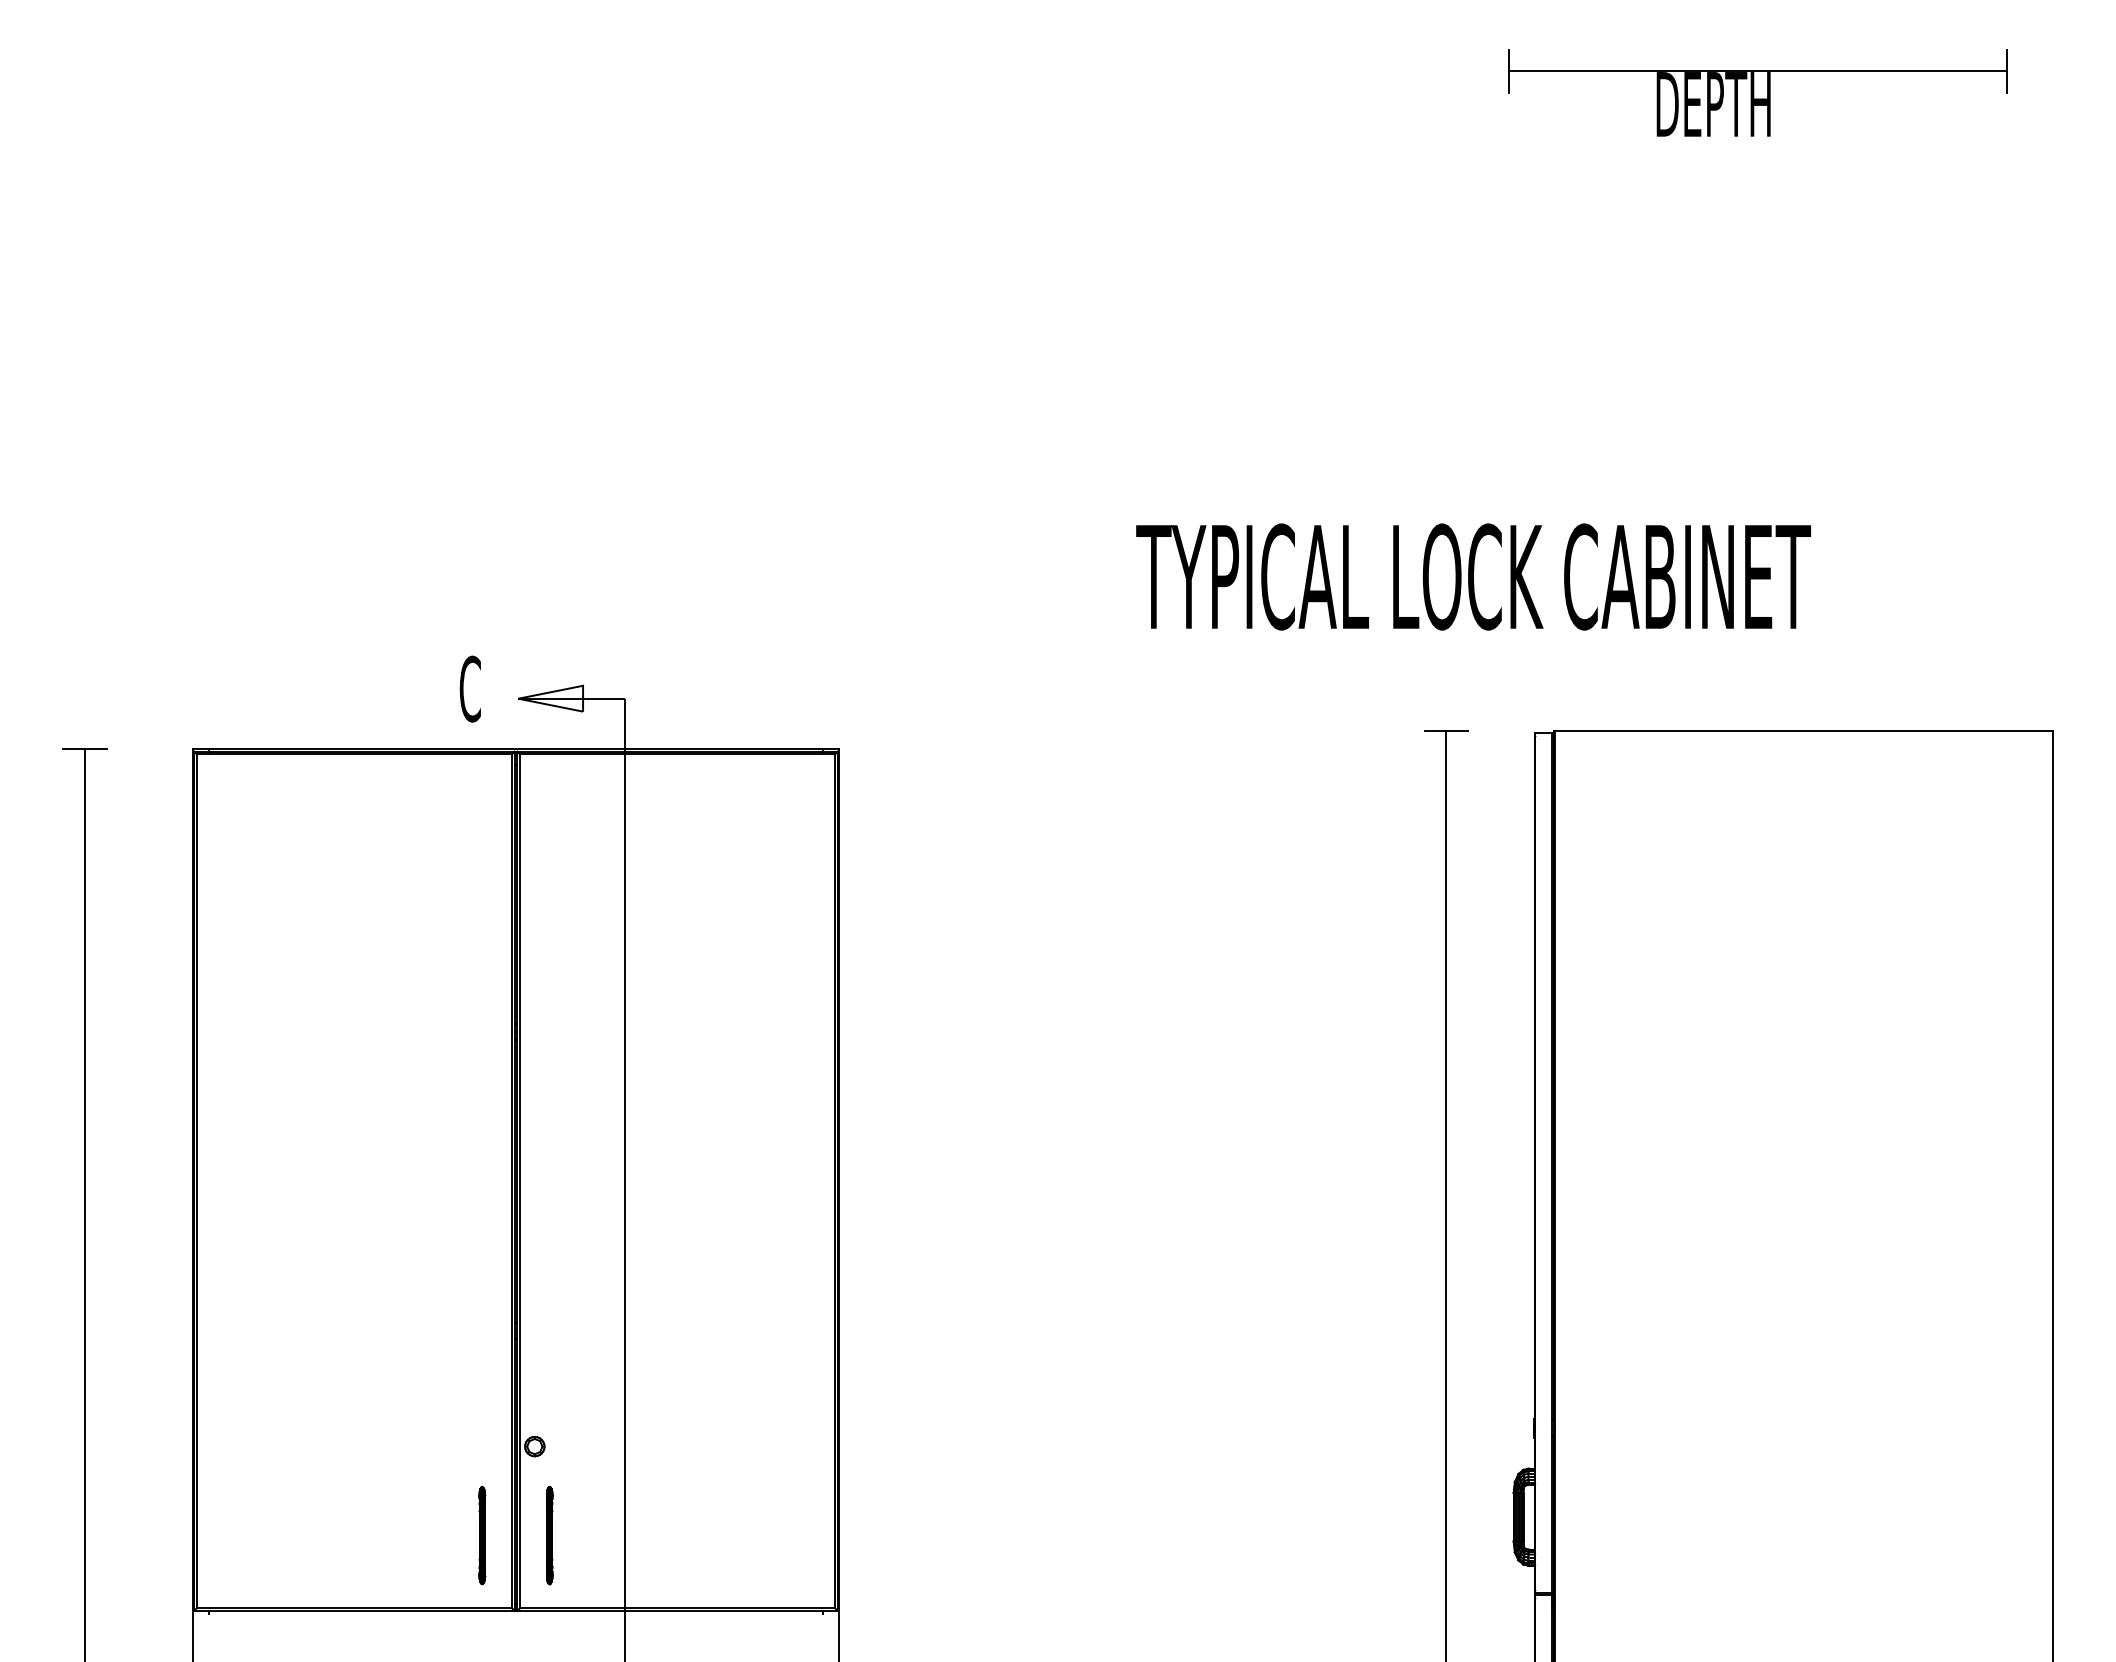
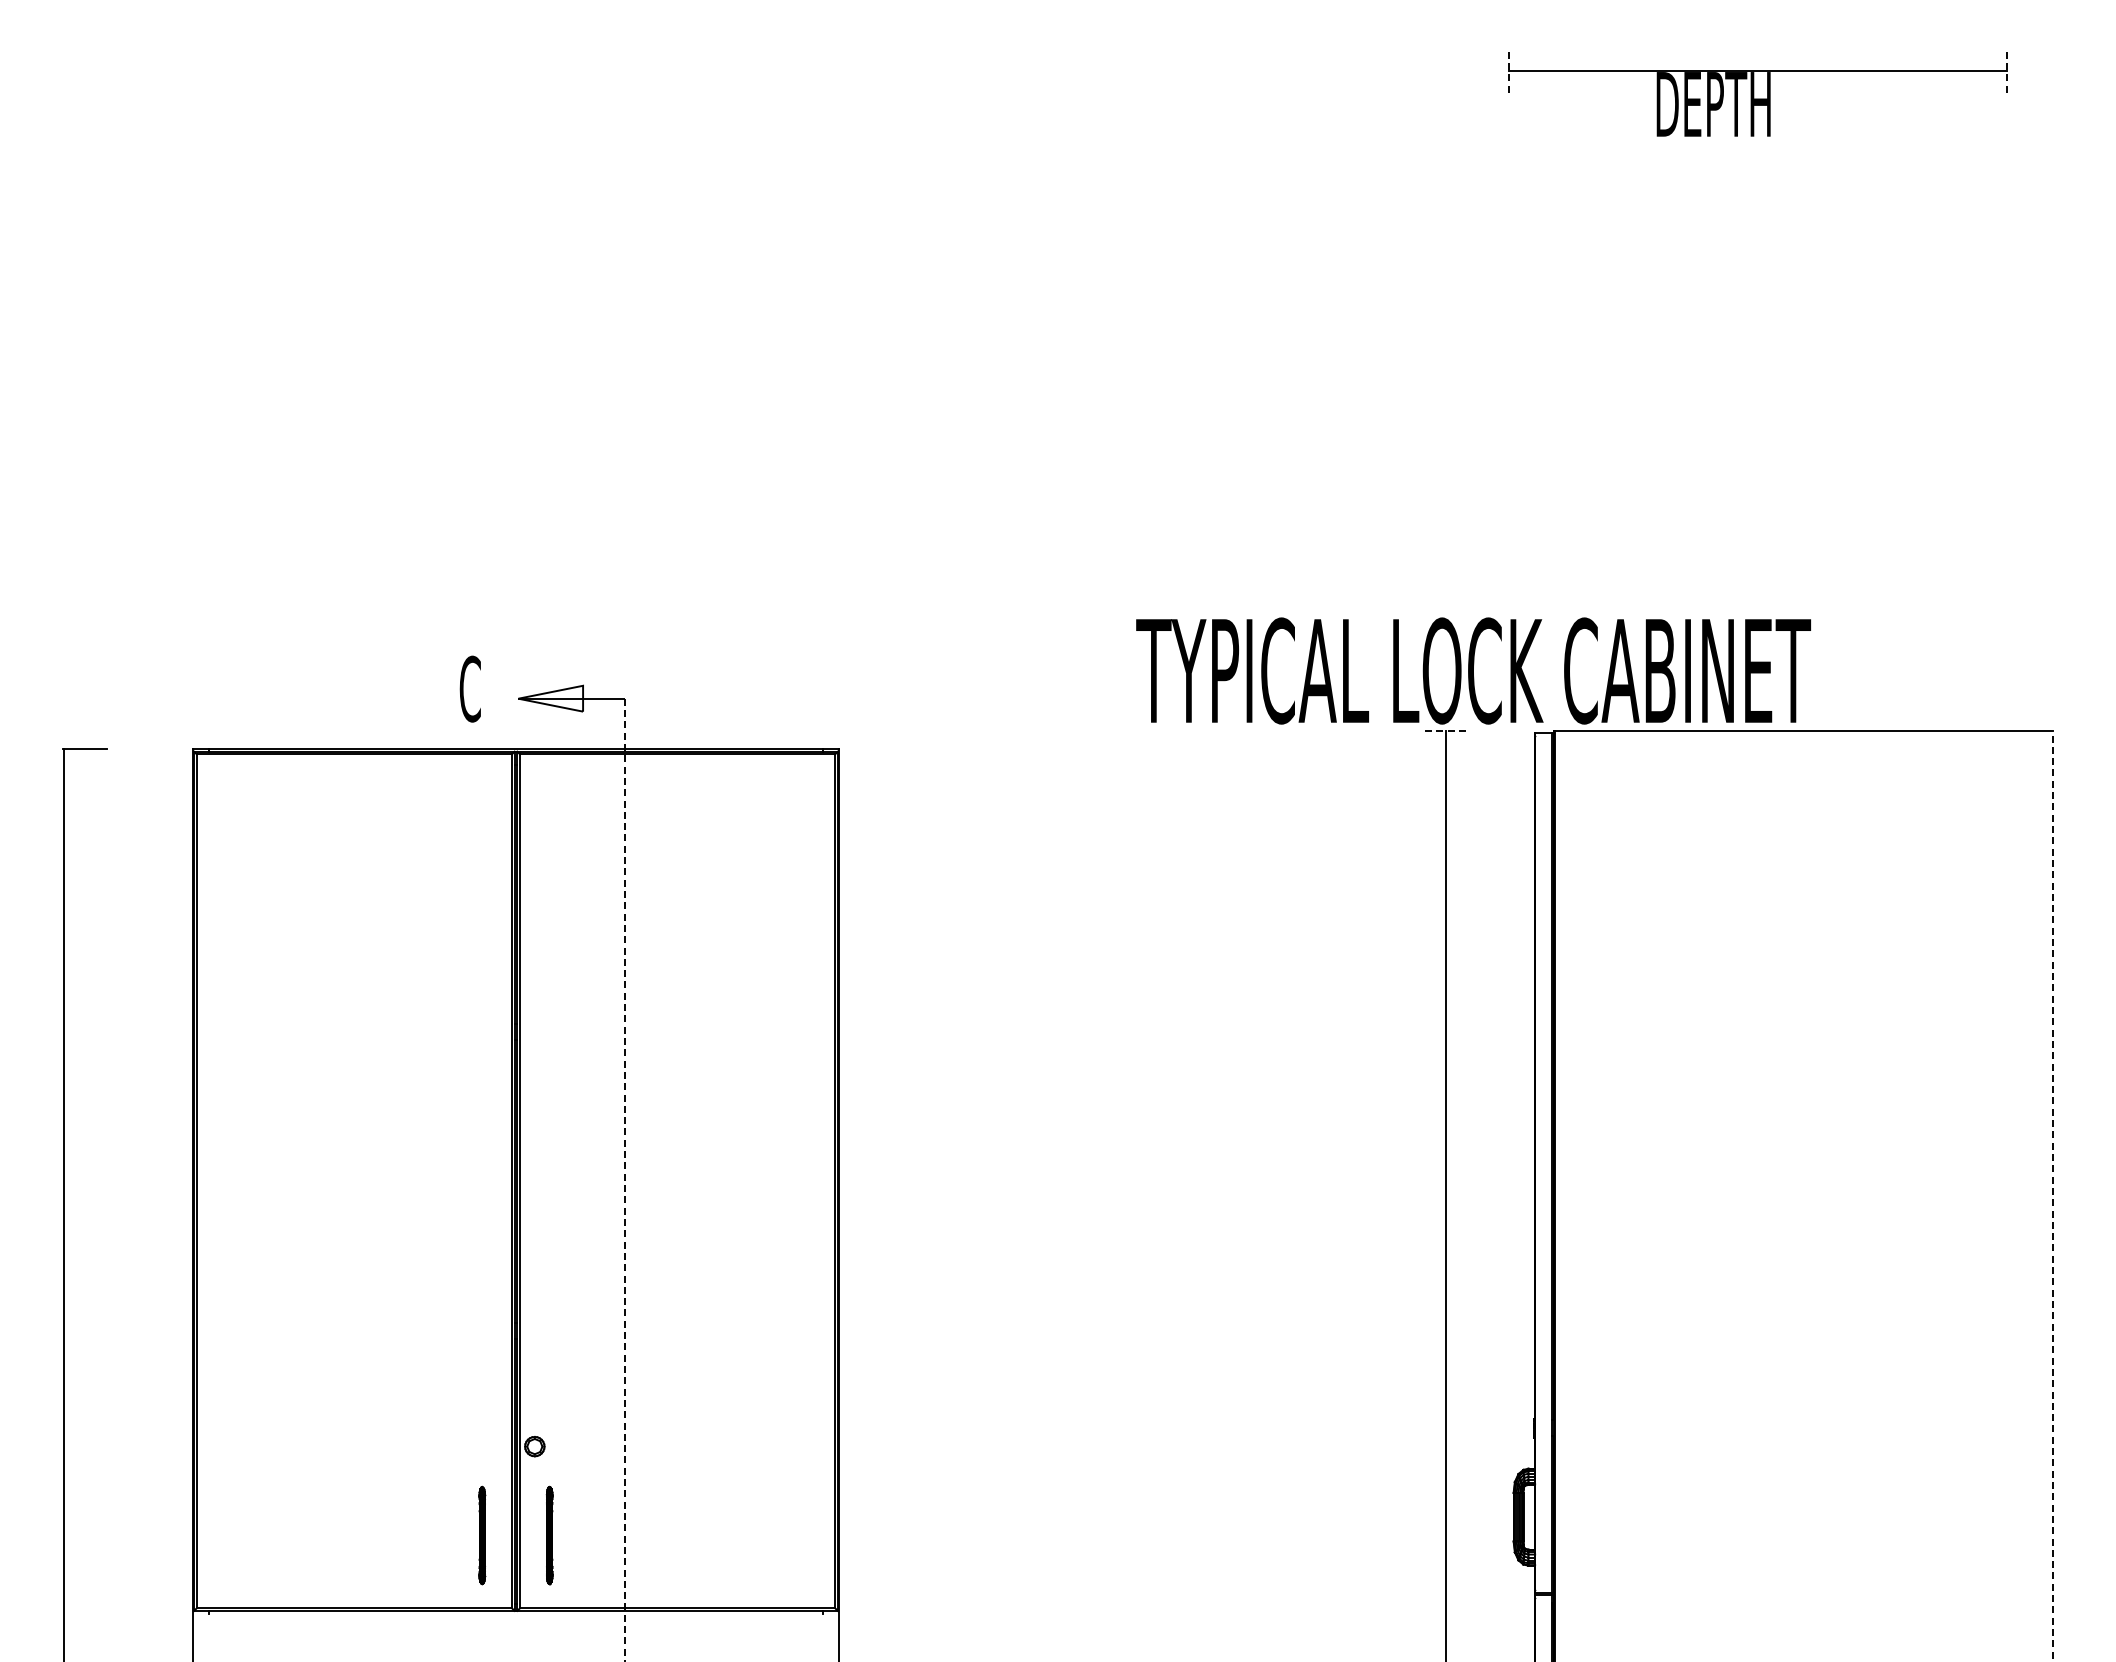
line at (1509, 71): solid -> dashed
line at (2007, 71): solid -> dashed
text at (1473, 576) position: (1473, 576) -> (1473, 670)
line at (1446, 730): solid -> dashed
line at (624, 1180): solid -> dashed
line at (2052, 1195): solid -> dashed
line at (85, 1203) position: (85, 1203) -> (64, 1203)
